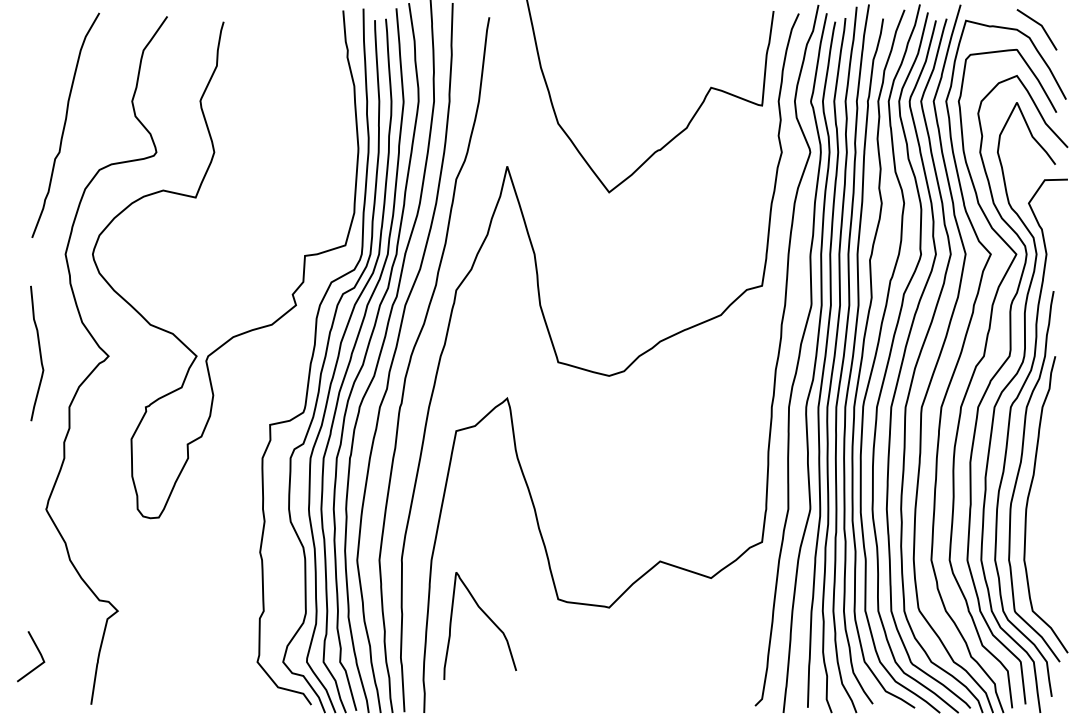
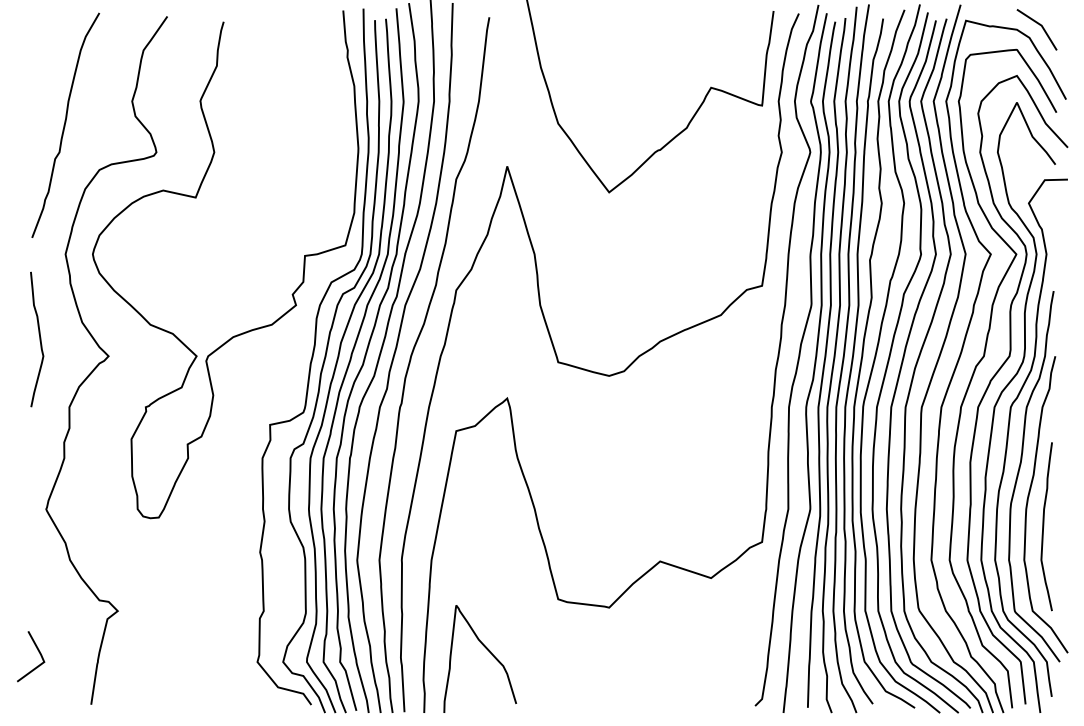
curve at (39, 353) position: (39, 353) -> (39, 339)
curve at (1044, 526): none -> present
curve at (487, 617) position: (487, 617) -> (487, 650)
